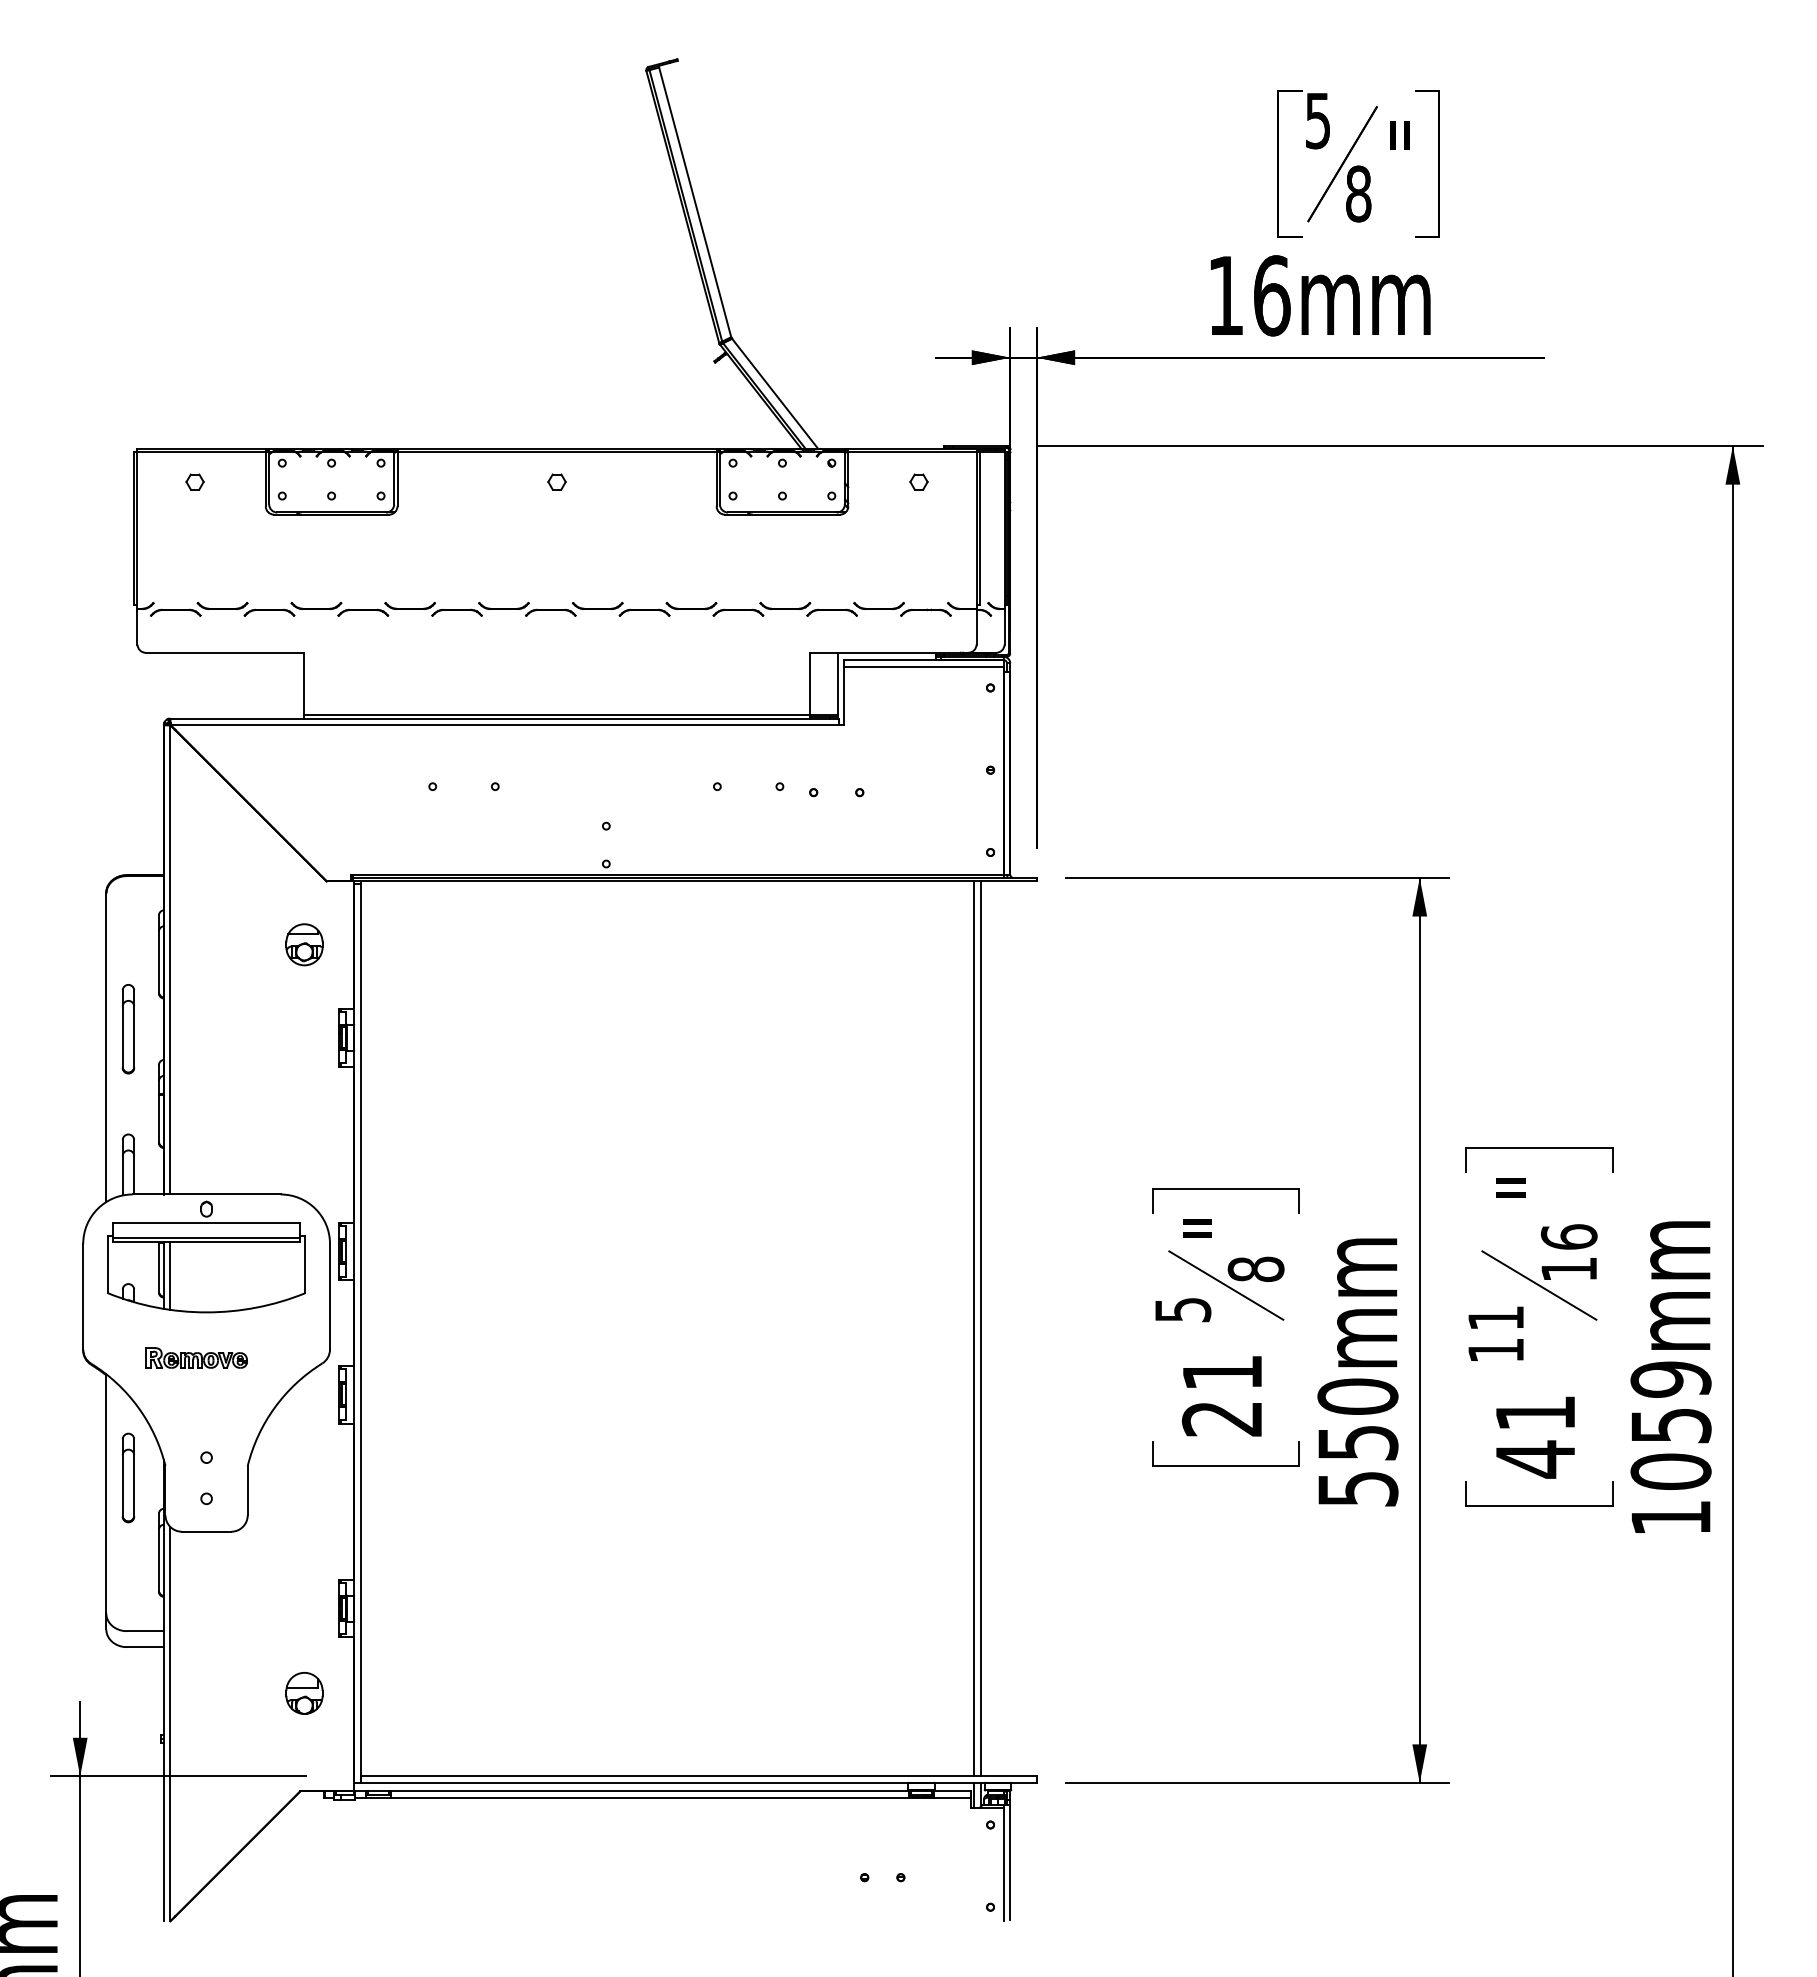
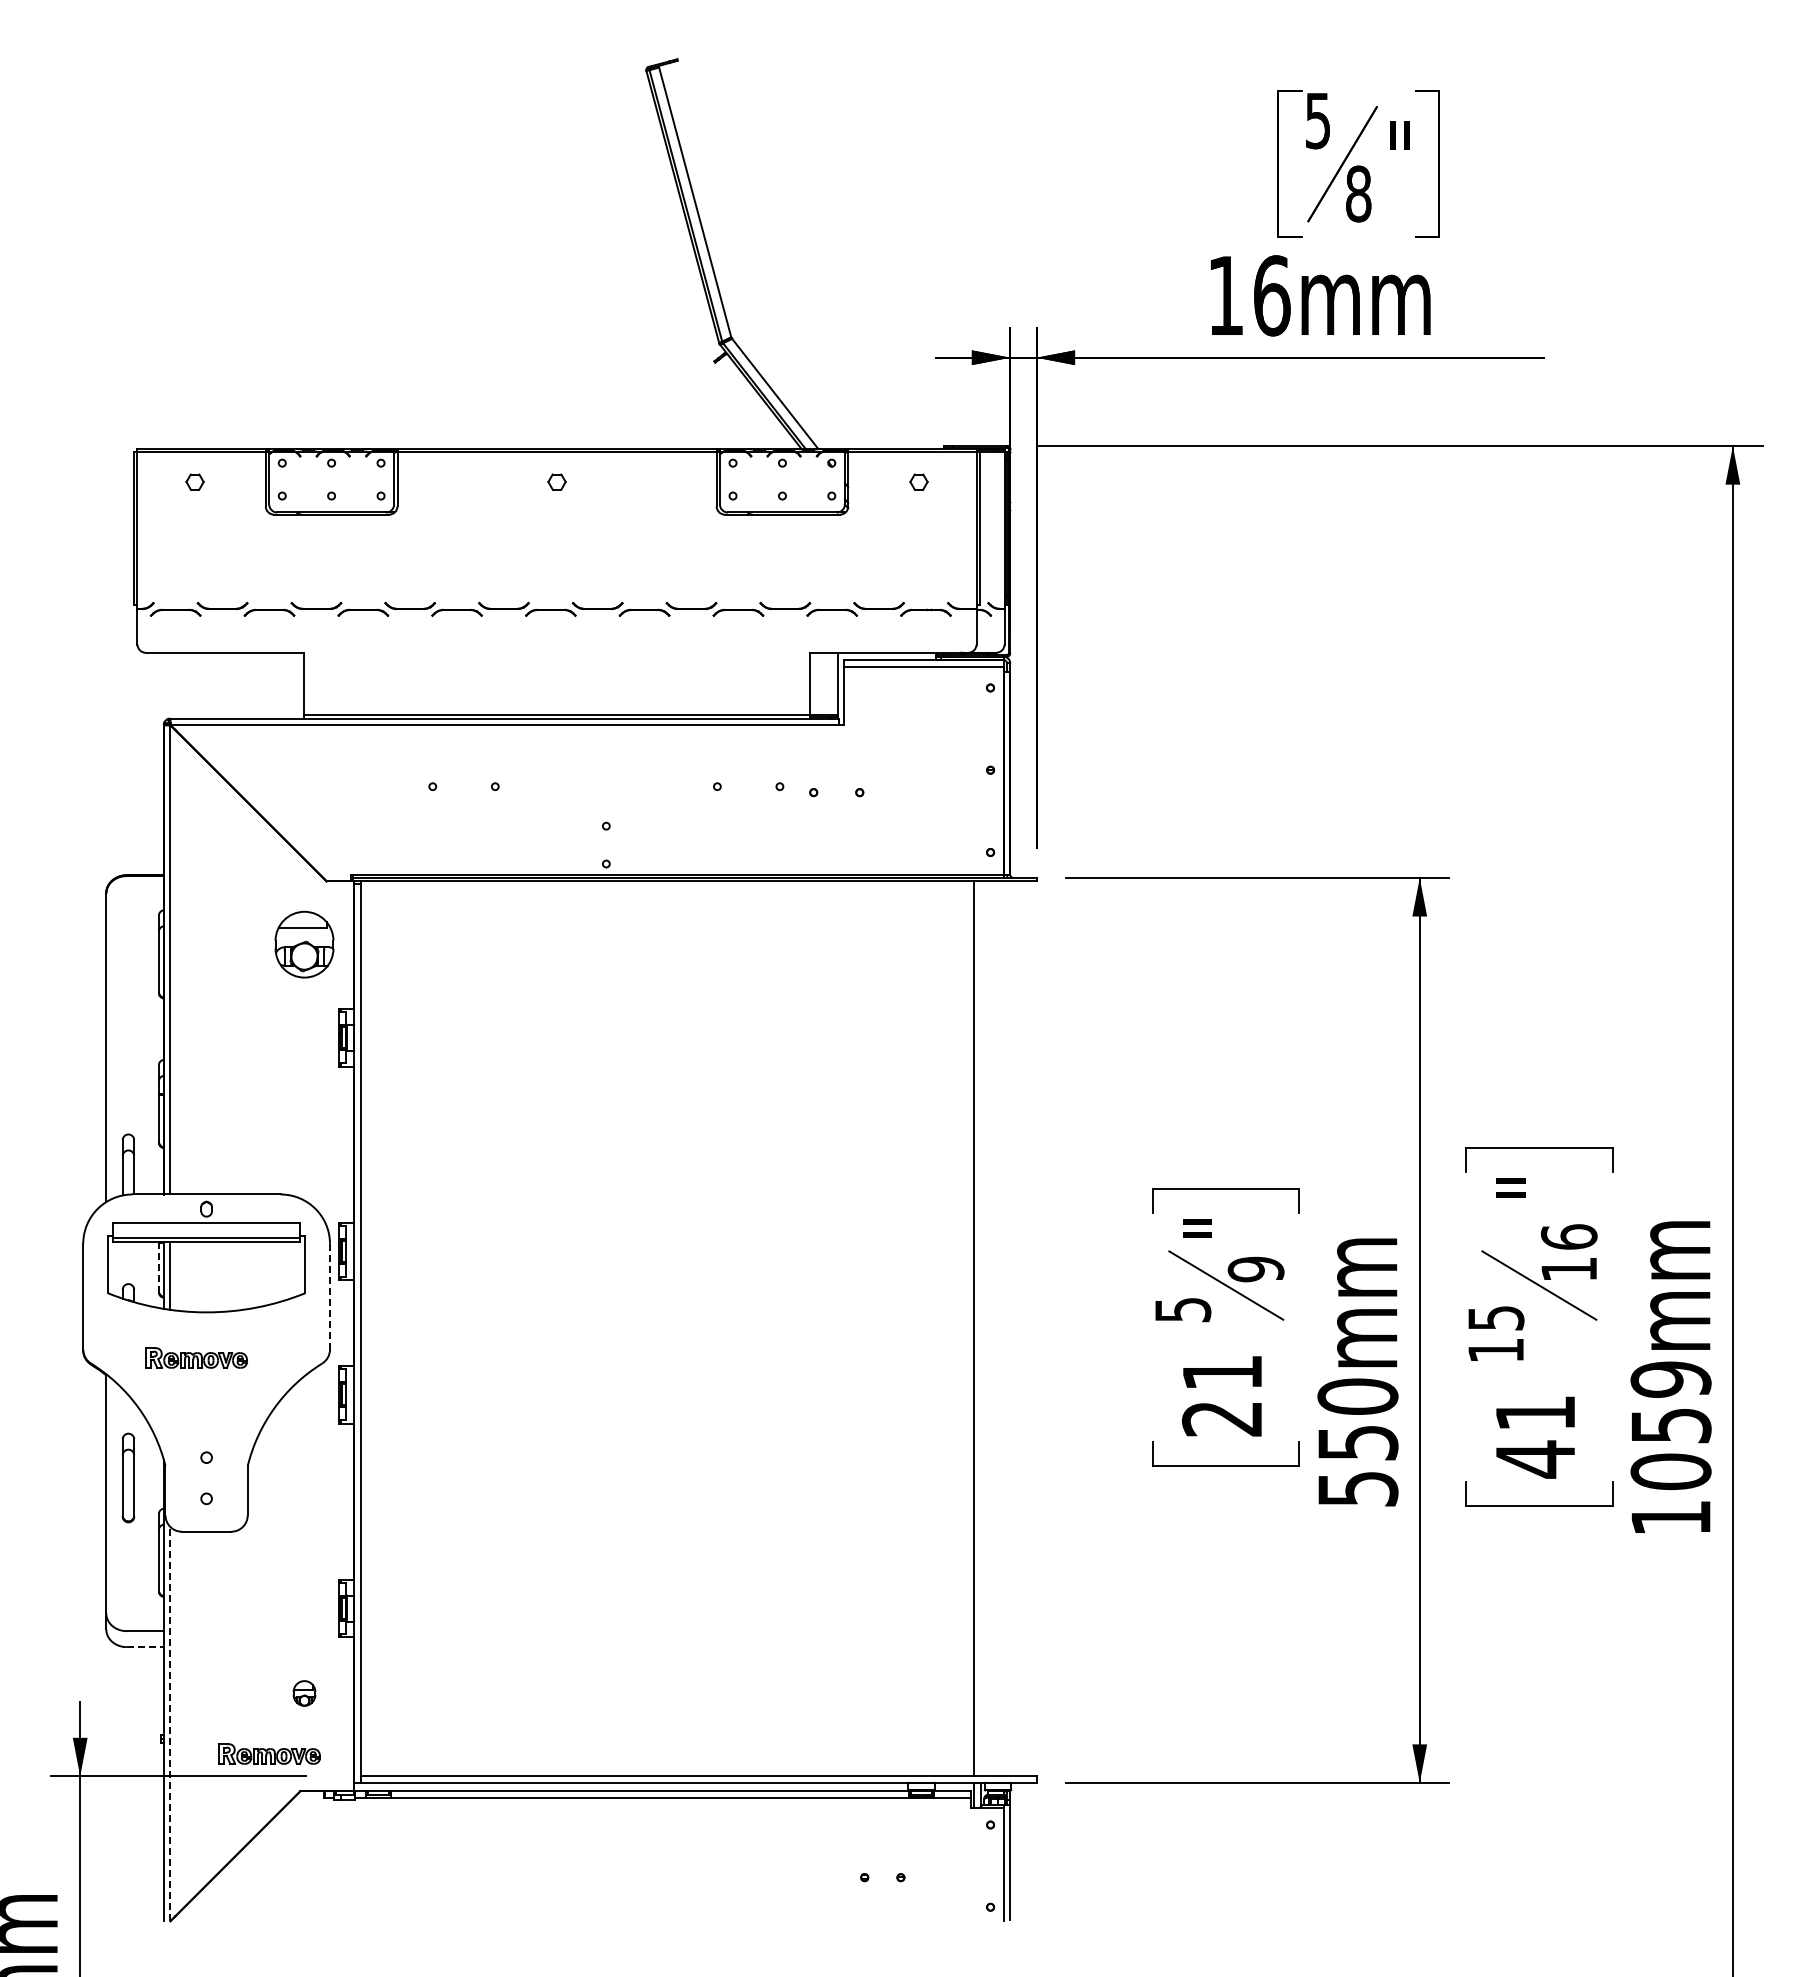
part at (304, 944) size: 39x44 px -> 61x69 px
part at (128, 1029): present -> none
line at (158, 1268): solid -> dashed
text at (1256, 1269): 8 -> 9
line at (330, 1296): solid -> dashed
text at (1496, 1318): 11 -> 15
line at (980, 1328): present -> none
line at (145, 1647): solid -> dashed
part at (304, 1693) size: 39x43 px -> 25x27 px
line at (170, 1723): solid -> dashed
part at (269, 1753): none -> present
